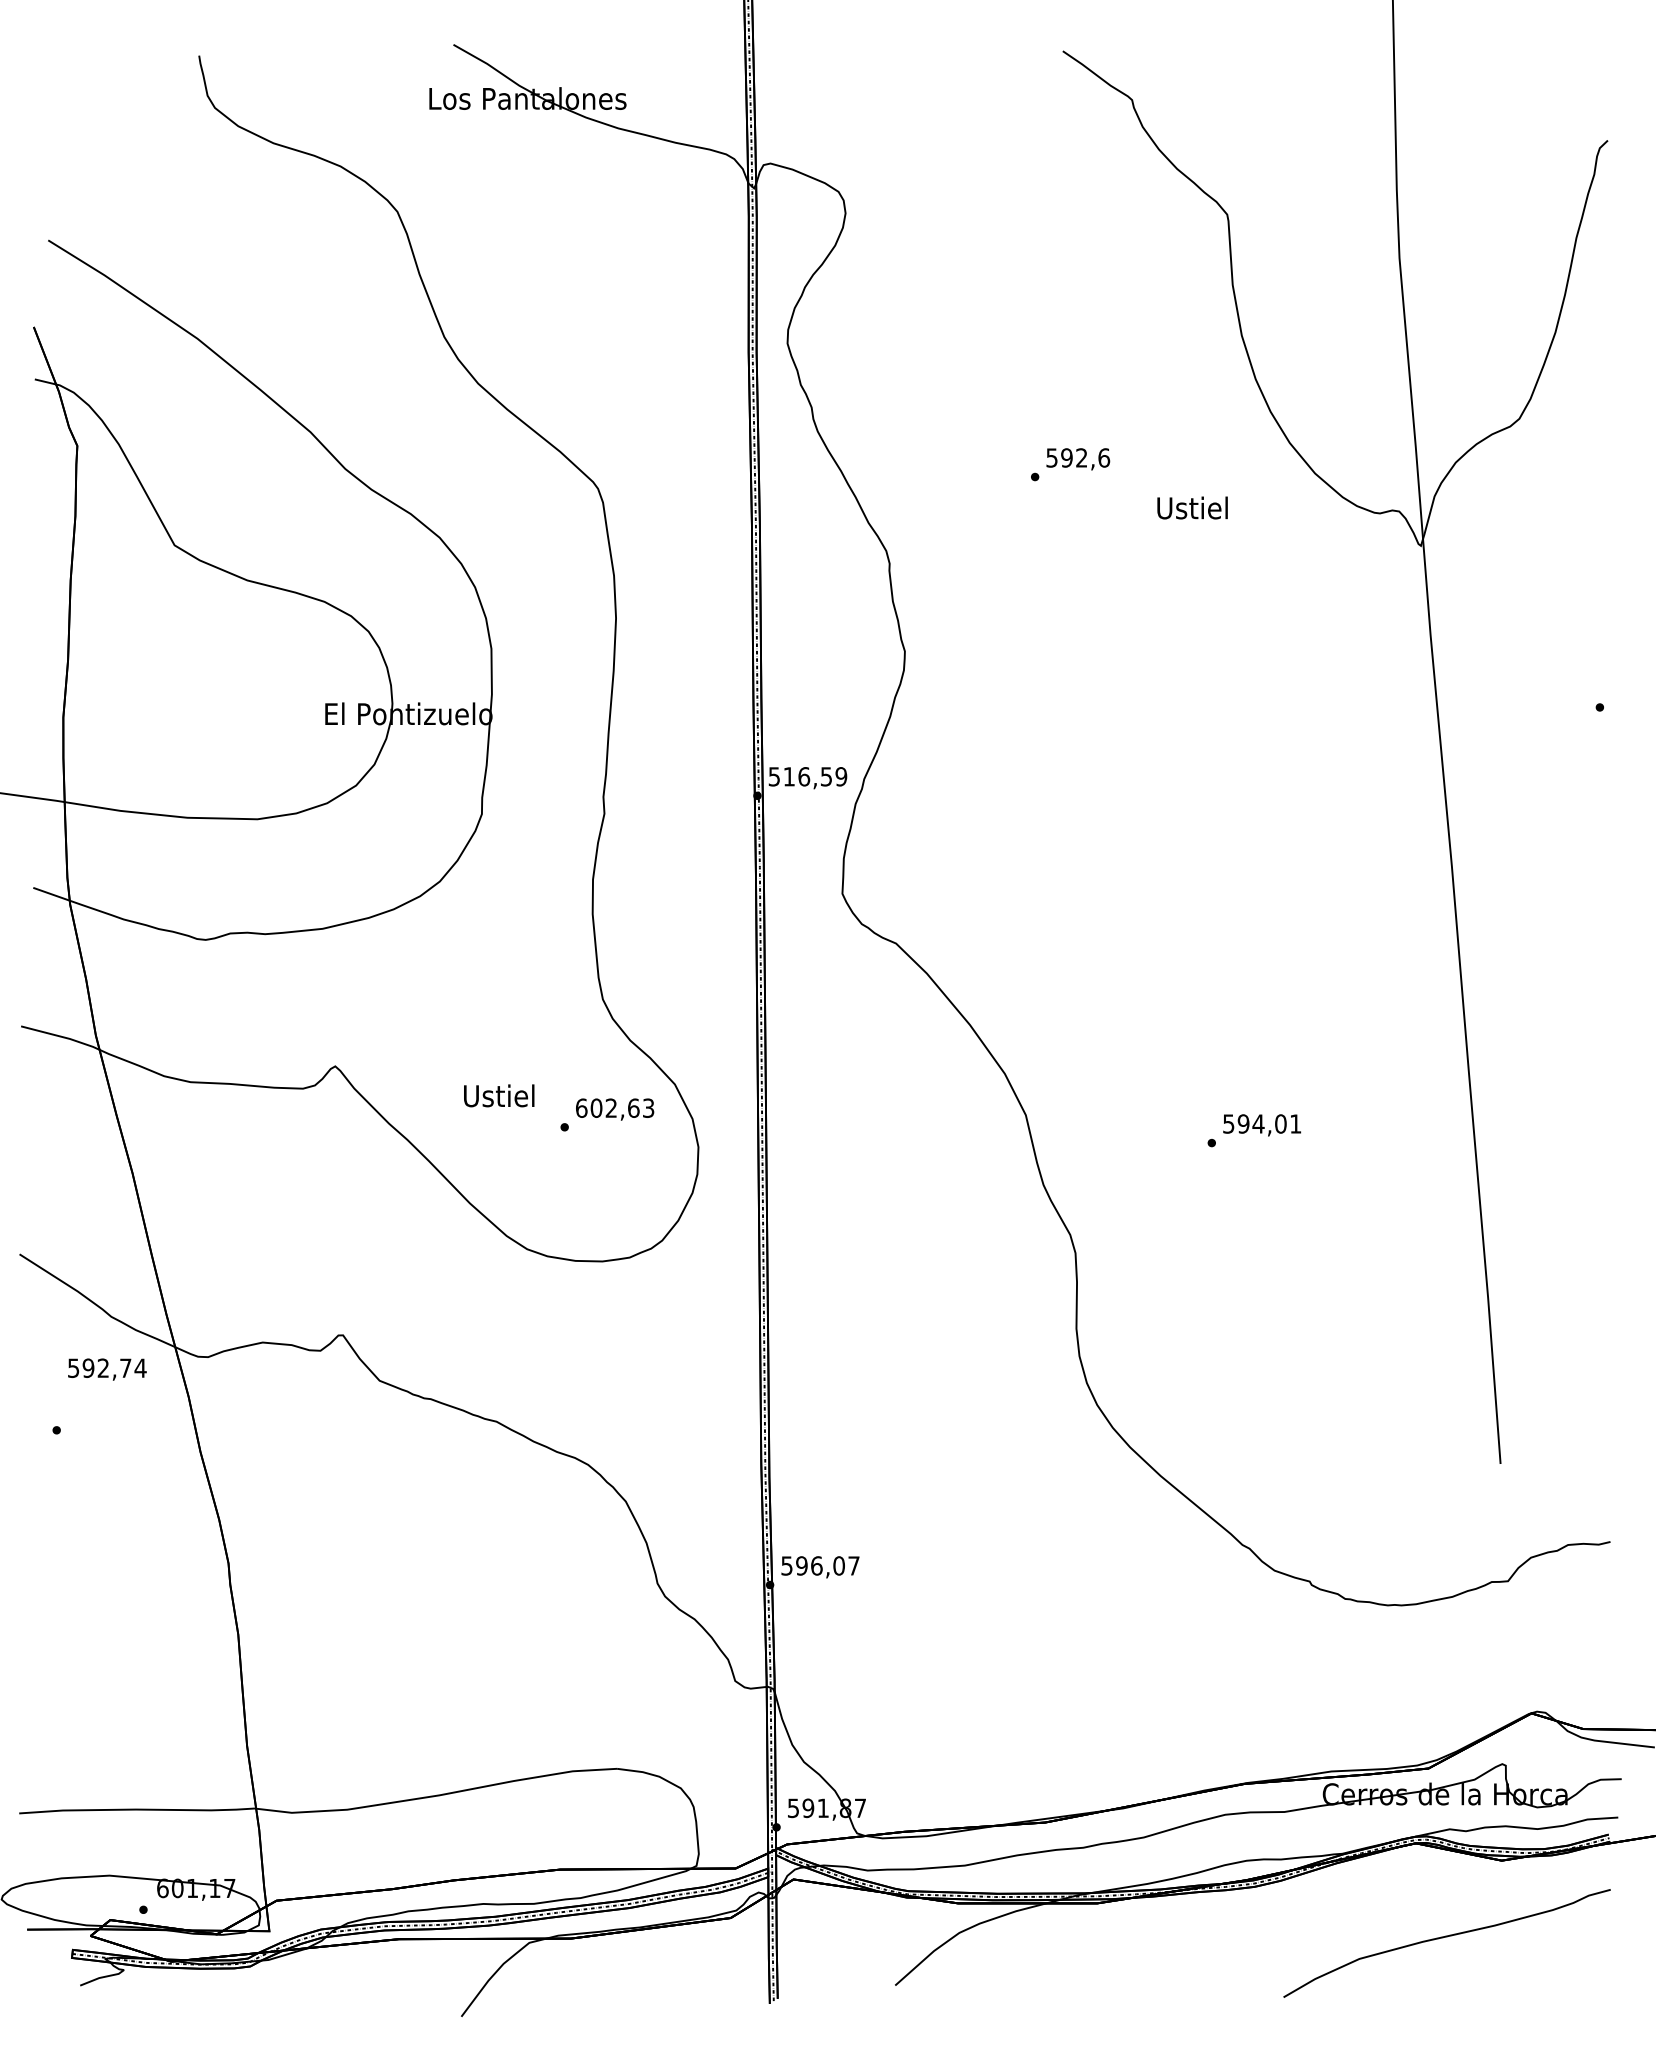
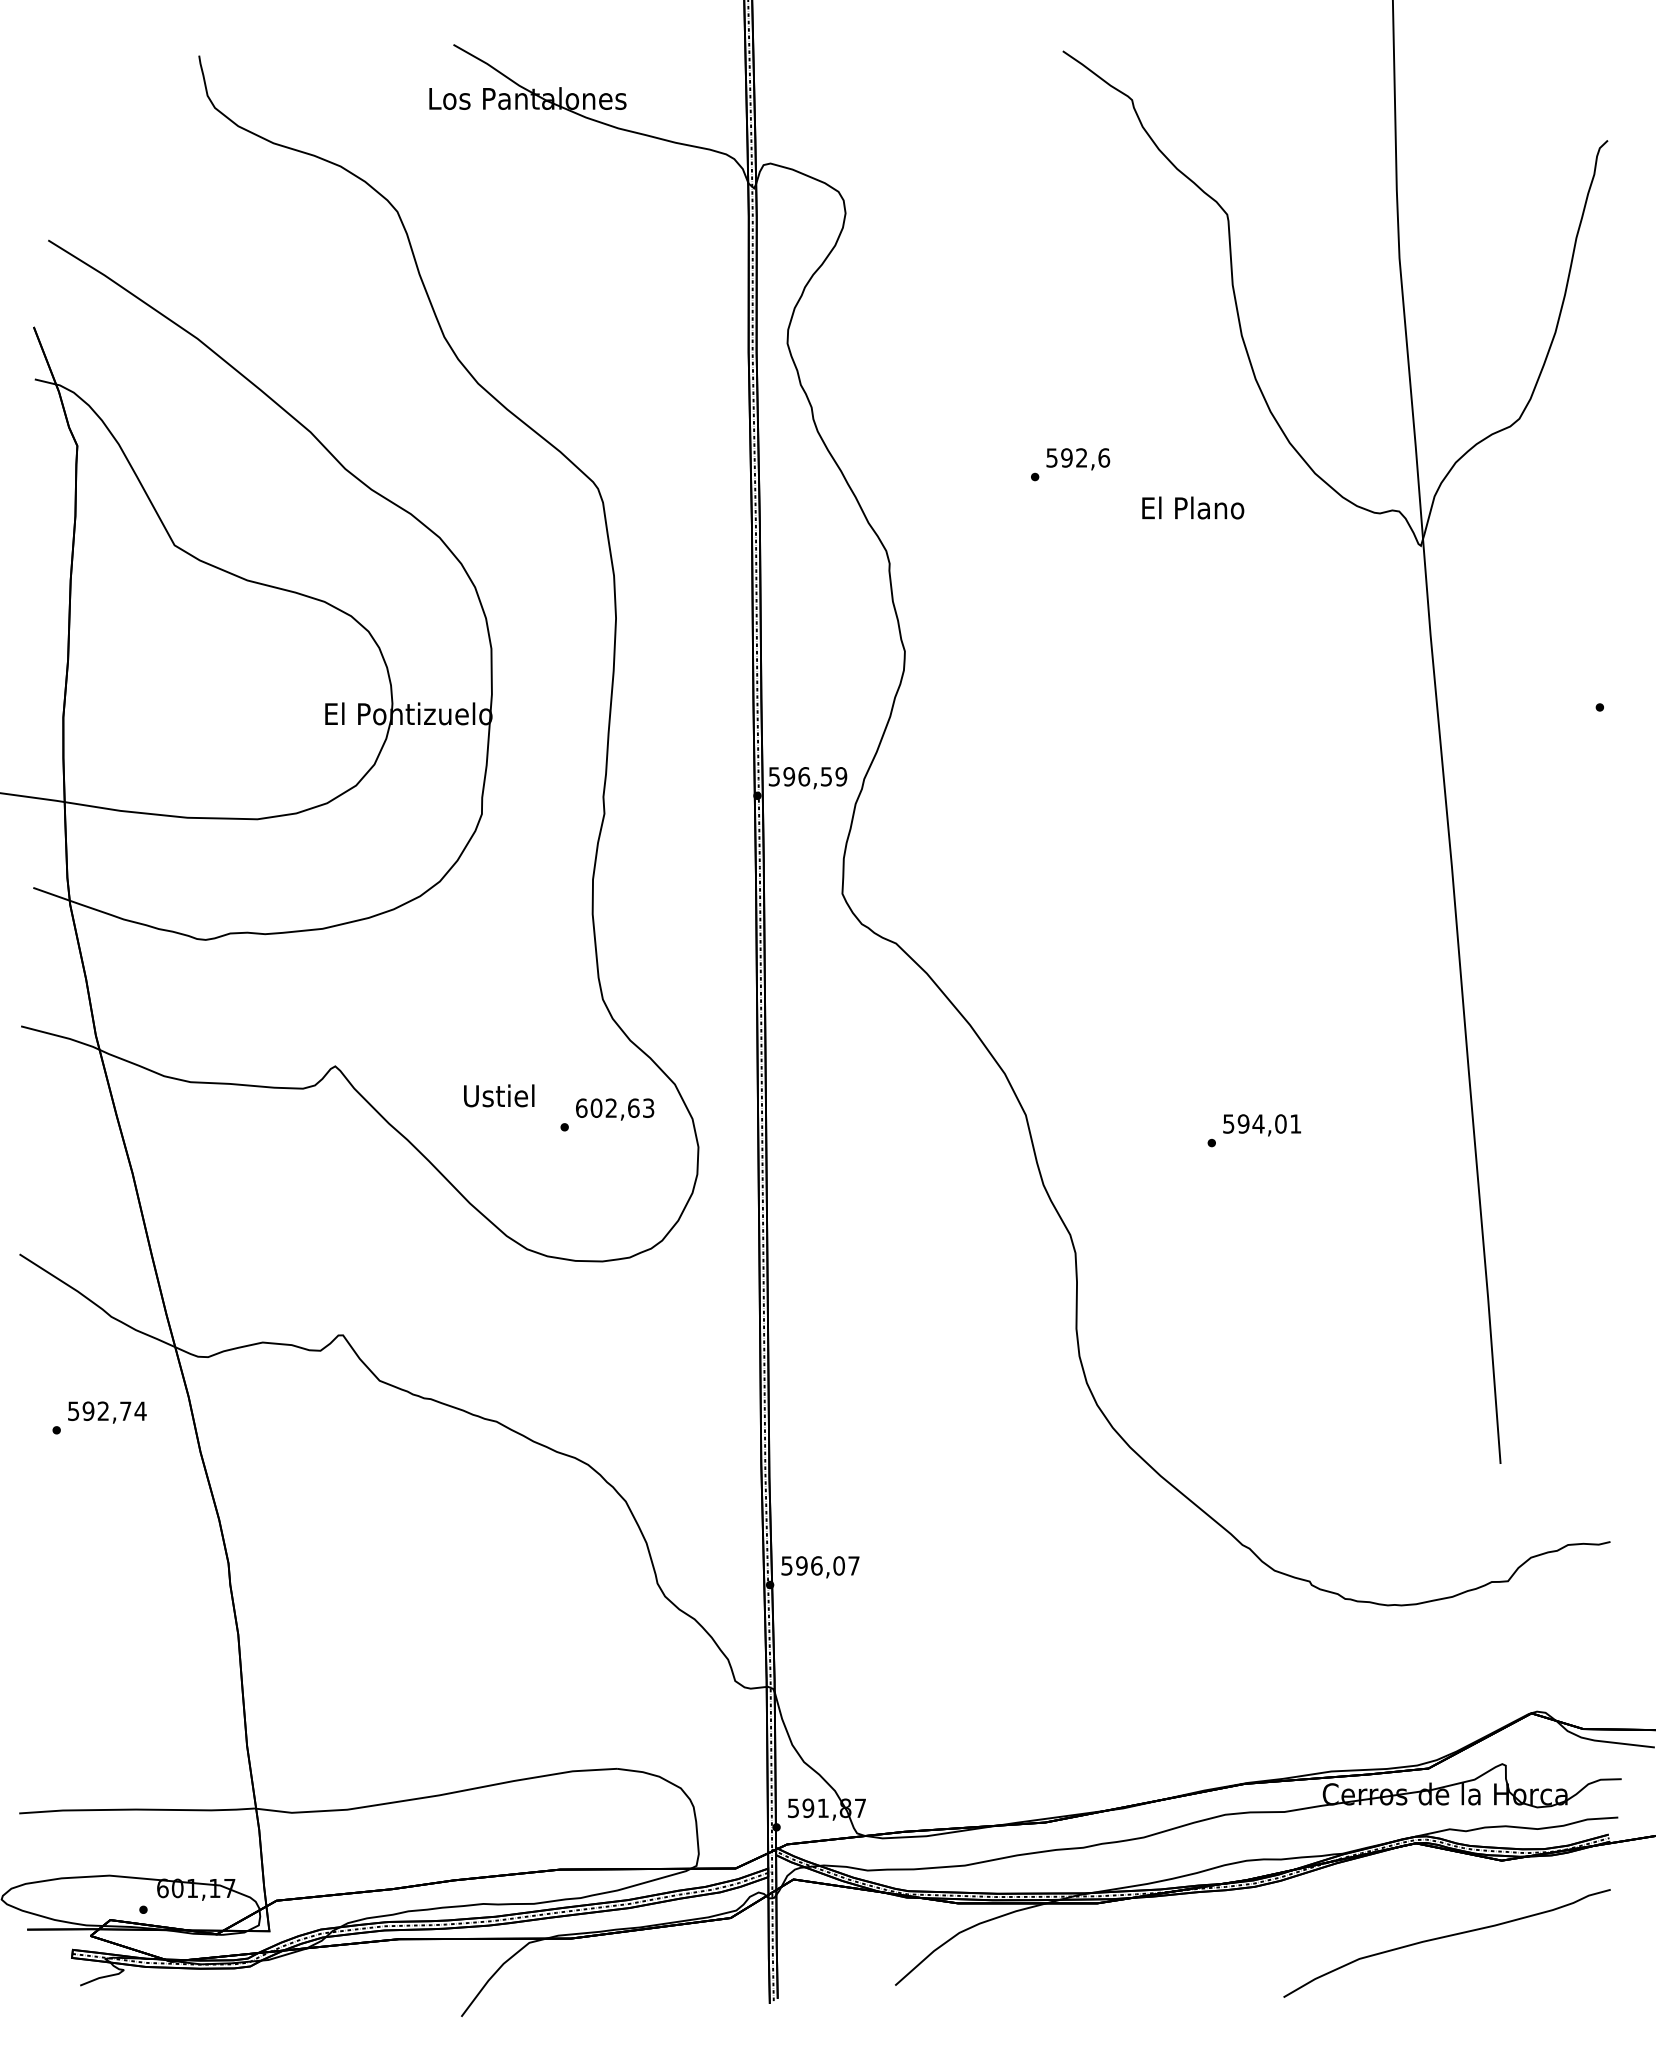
text at (1193, 507): Ustiel -> El Plano
text at (789, 776): 516,59 -> 596,59
text at (107, 1369) position: (107, 1369) -> (107, 1412)
